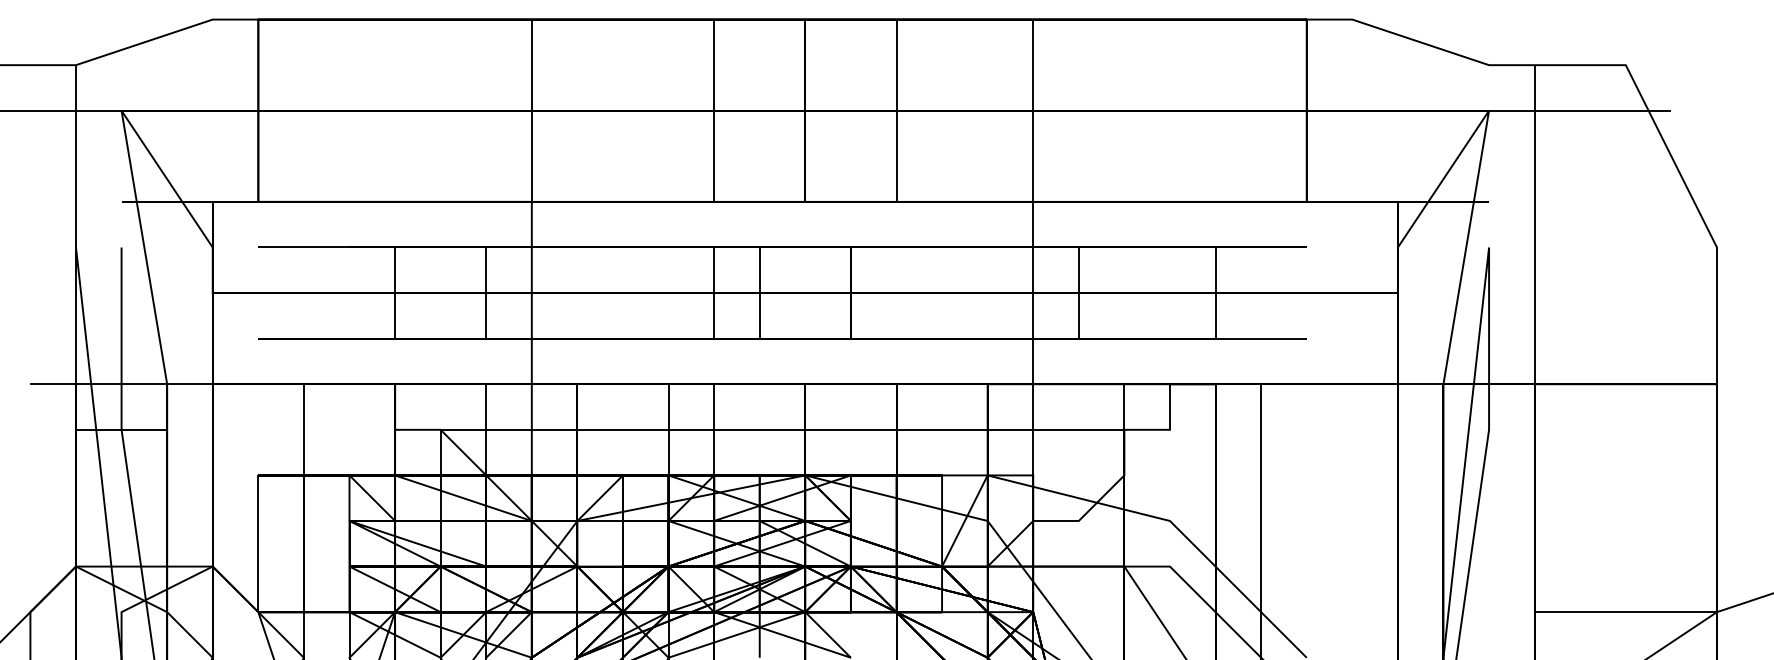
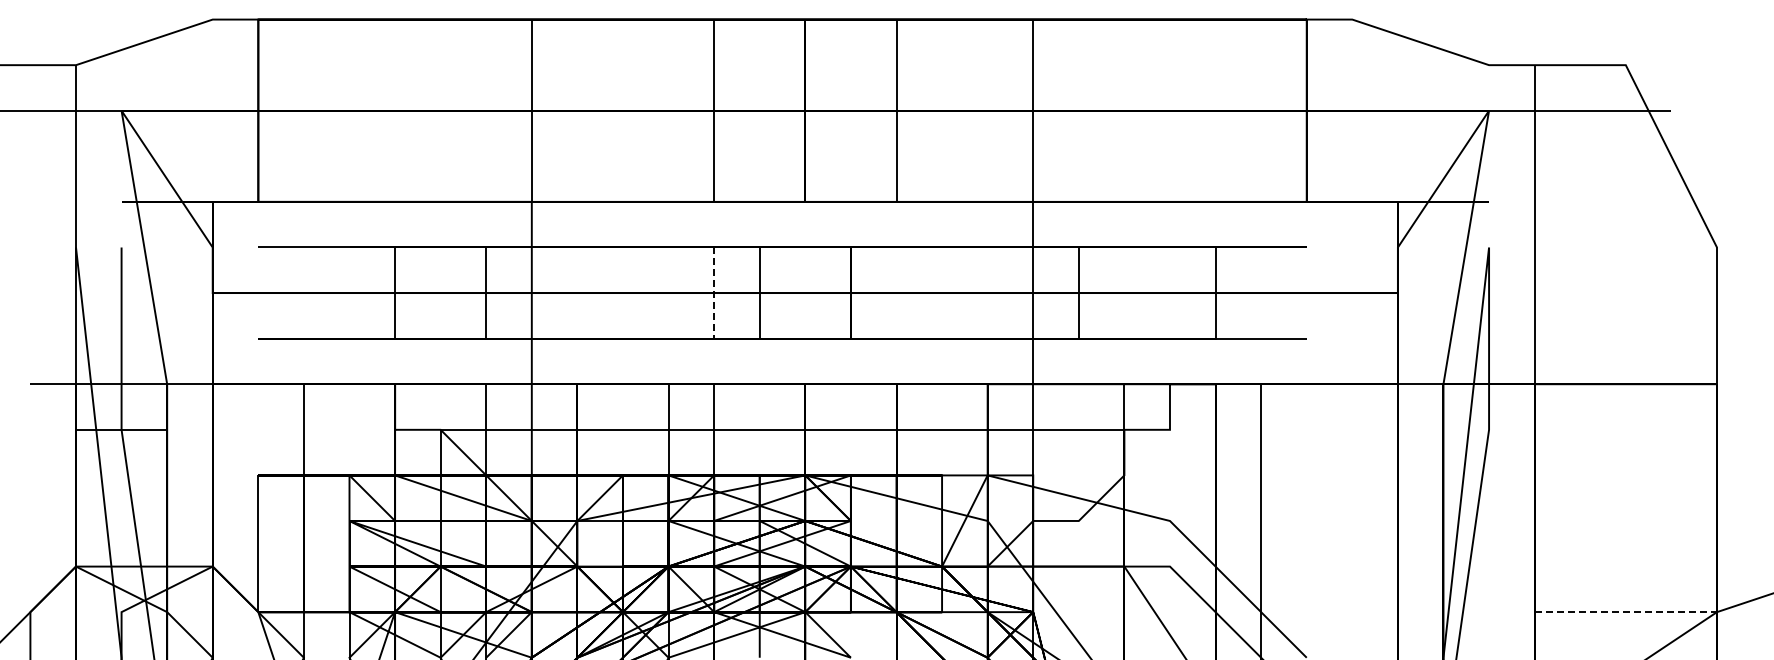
line at (714, 293): solid -> dashed
line at (1626, 612): solid -> dashed
